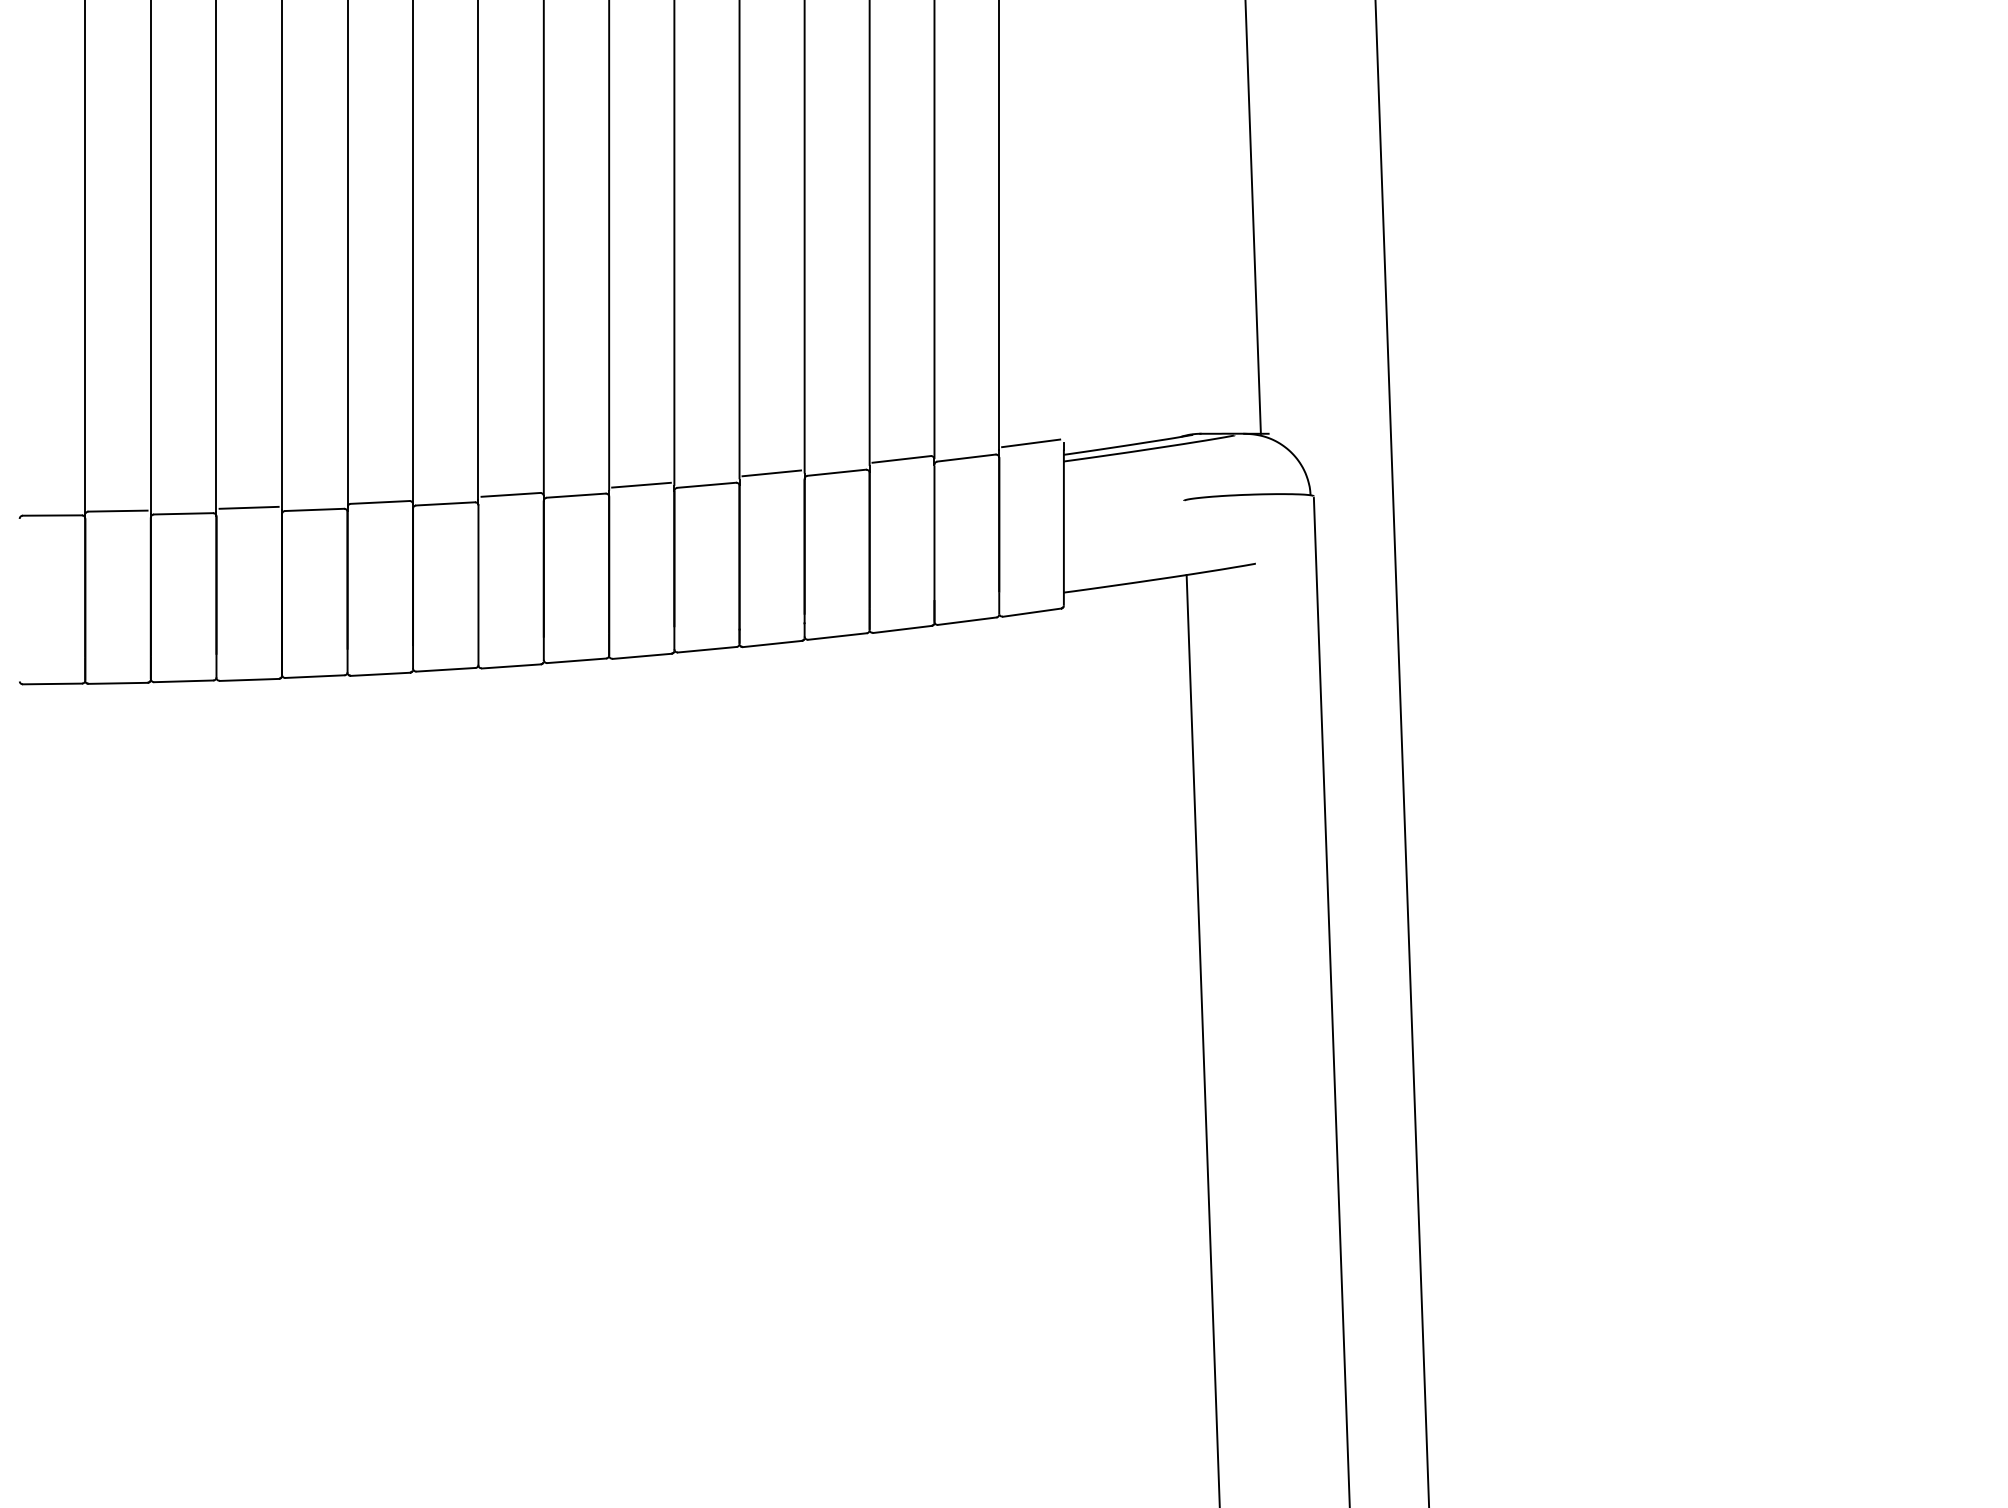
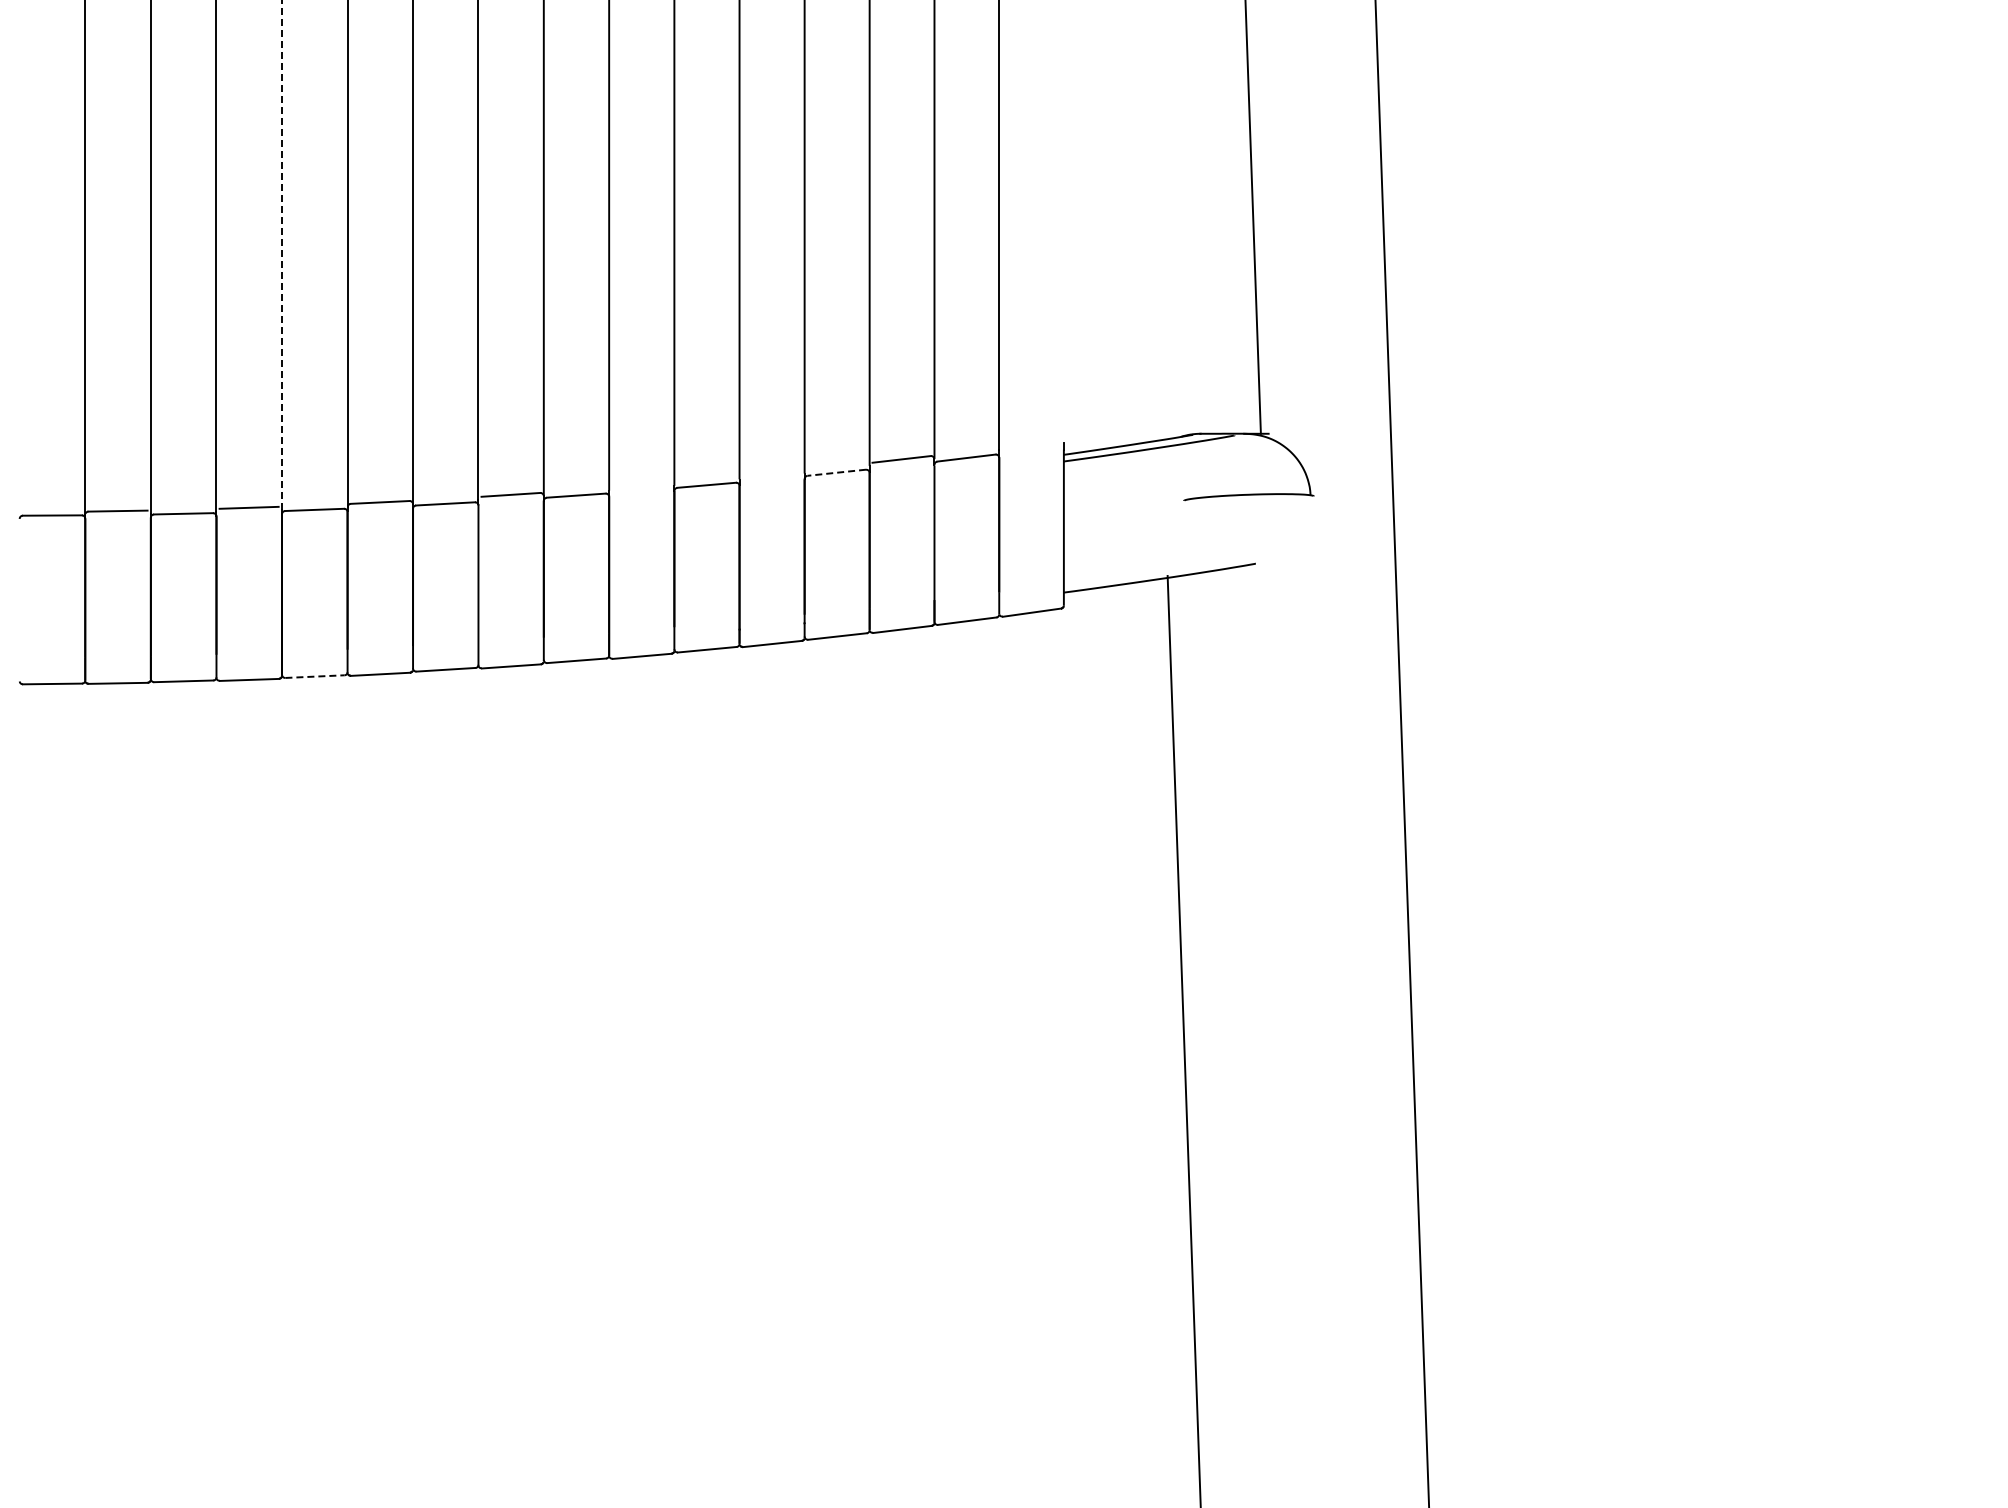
line at (282, 255): solid -> dashed
line at (1031, 443): present -> none
line at (836, 472): solid -> dashed
line at (771, 473): present -> none
line at (641, 484): present -> none
line at (314, 676): solid -> dashed
line at (1331, 1001): present -> none
line at (1202, 1039) position: (1202, 1039) -> (1183, 1040)
